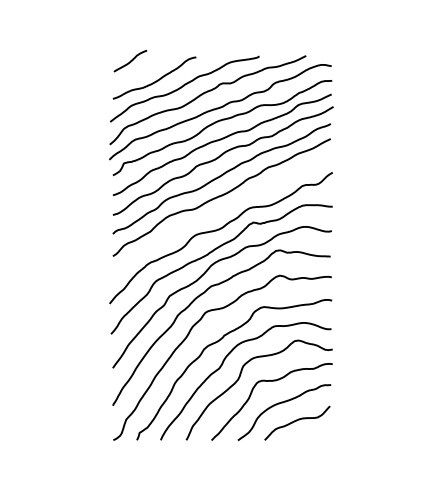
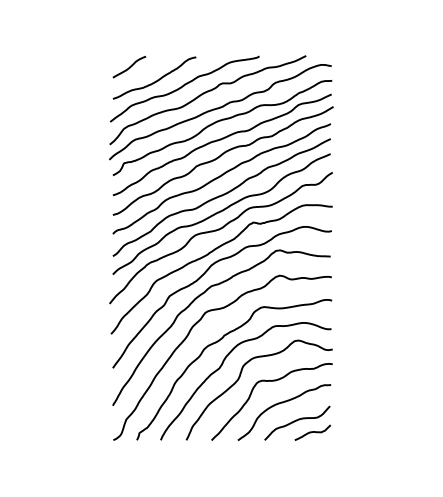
curve at (130, 60) position: (130, 60) -> (129, 66)
curve at (221, 212): none -> present
curve at (312, 432): none -> present
